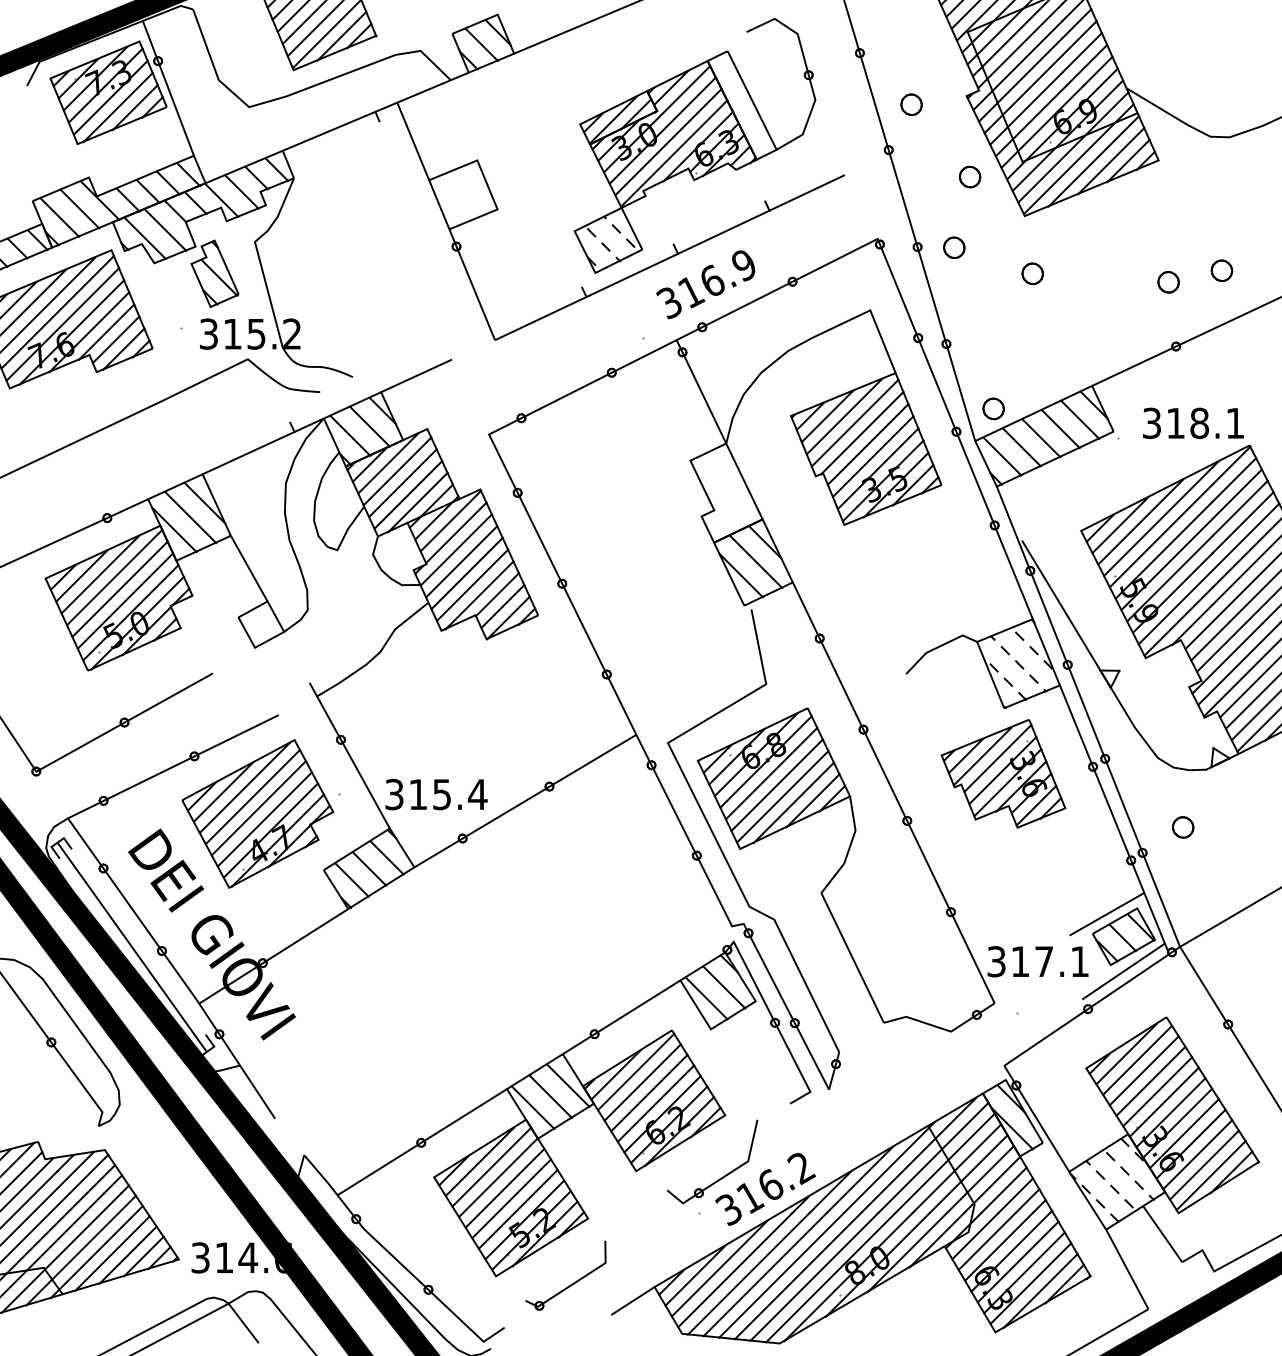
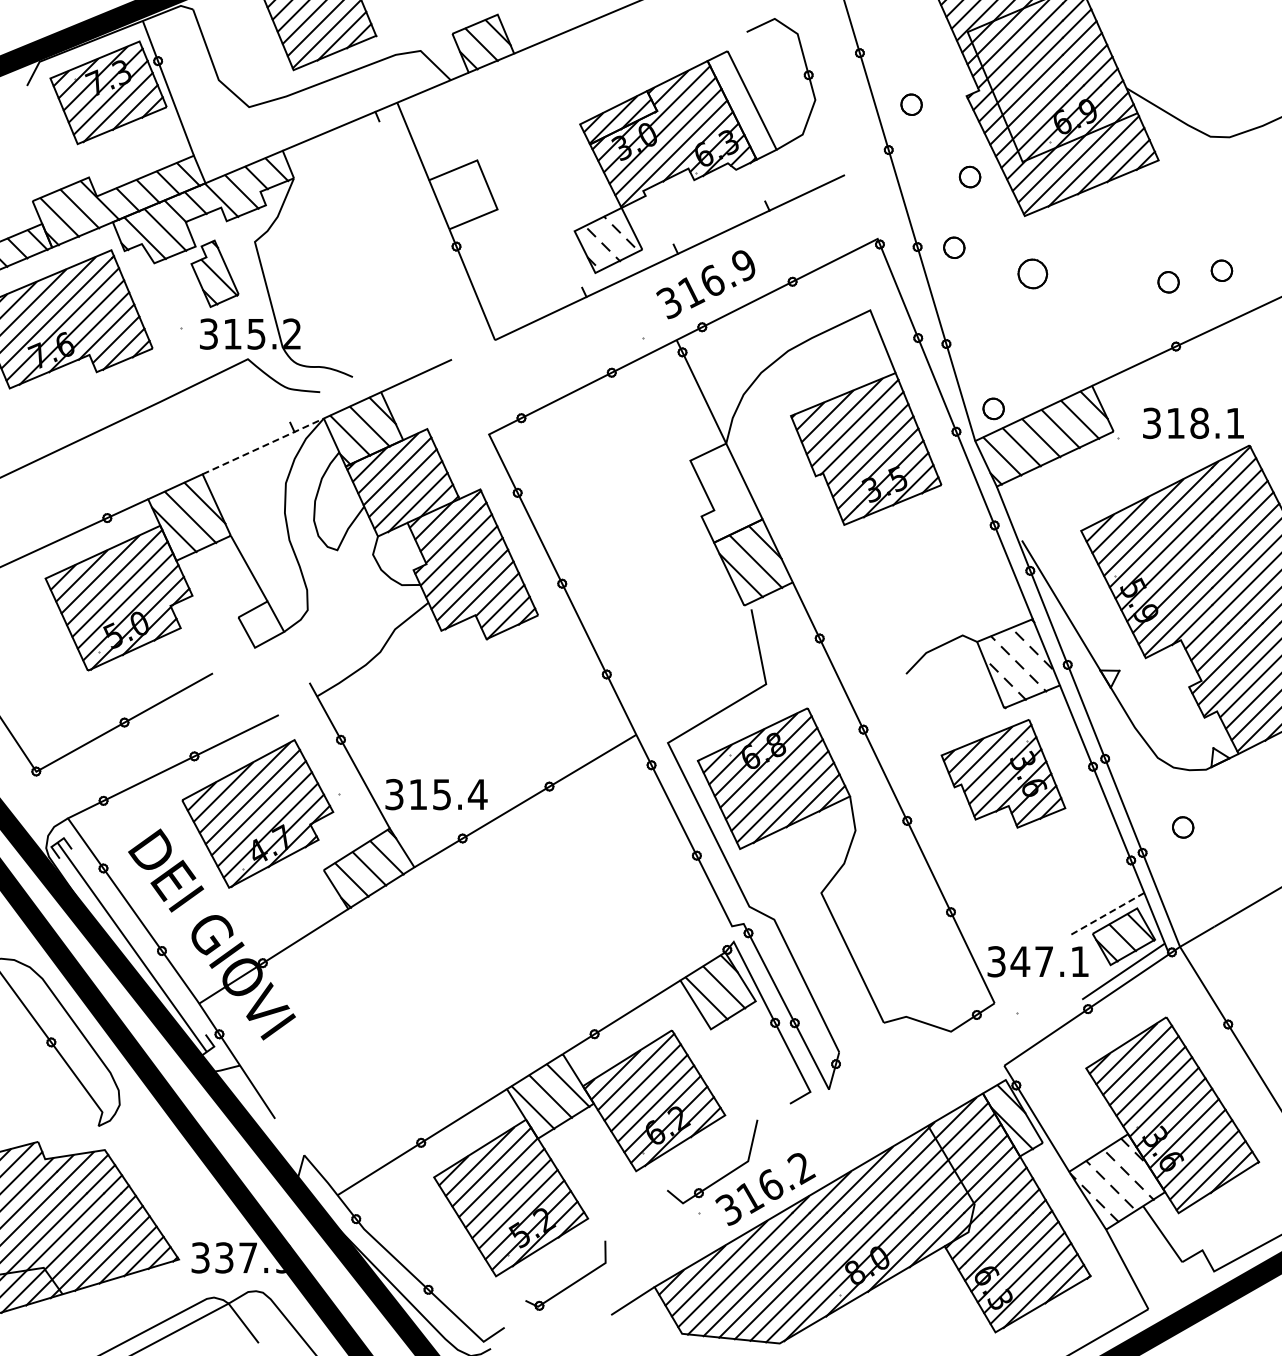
part at (1032, 273) size: 23x23 px -> 32x32 px
line at (263, 446): solid -> dashed
line at (1106, 914): solid -> dashed
text at (1020, 961): 317.1 -> 347.1
text at (253, 1257): 314.6 -> 337.9
